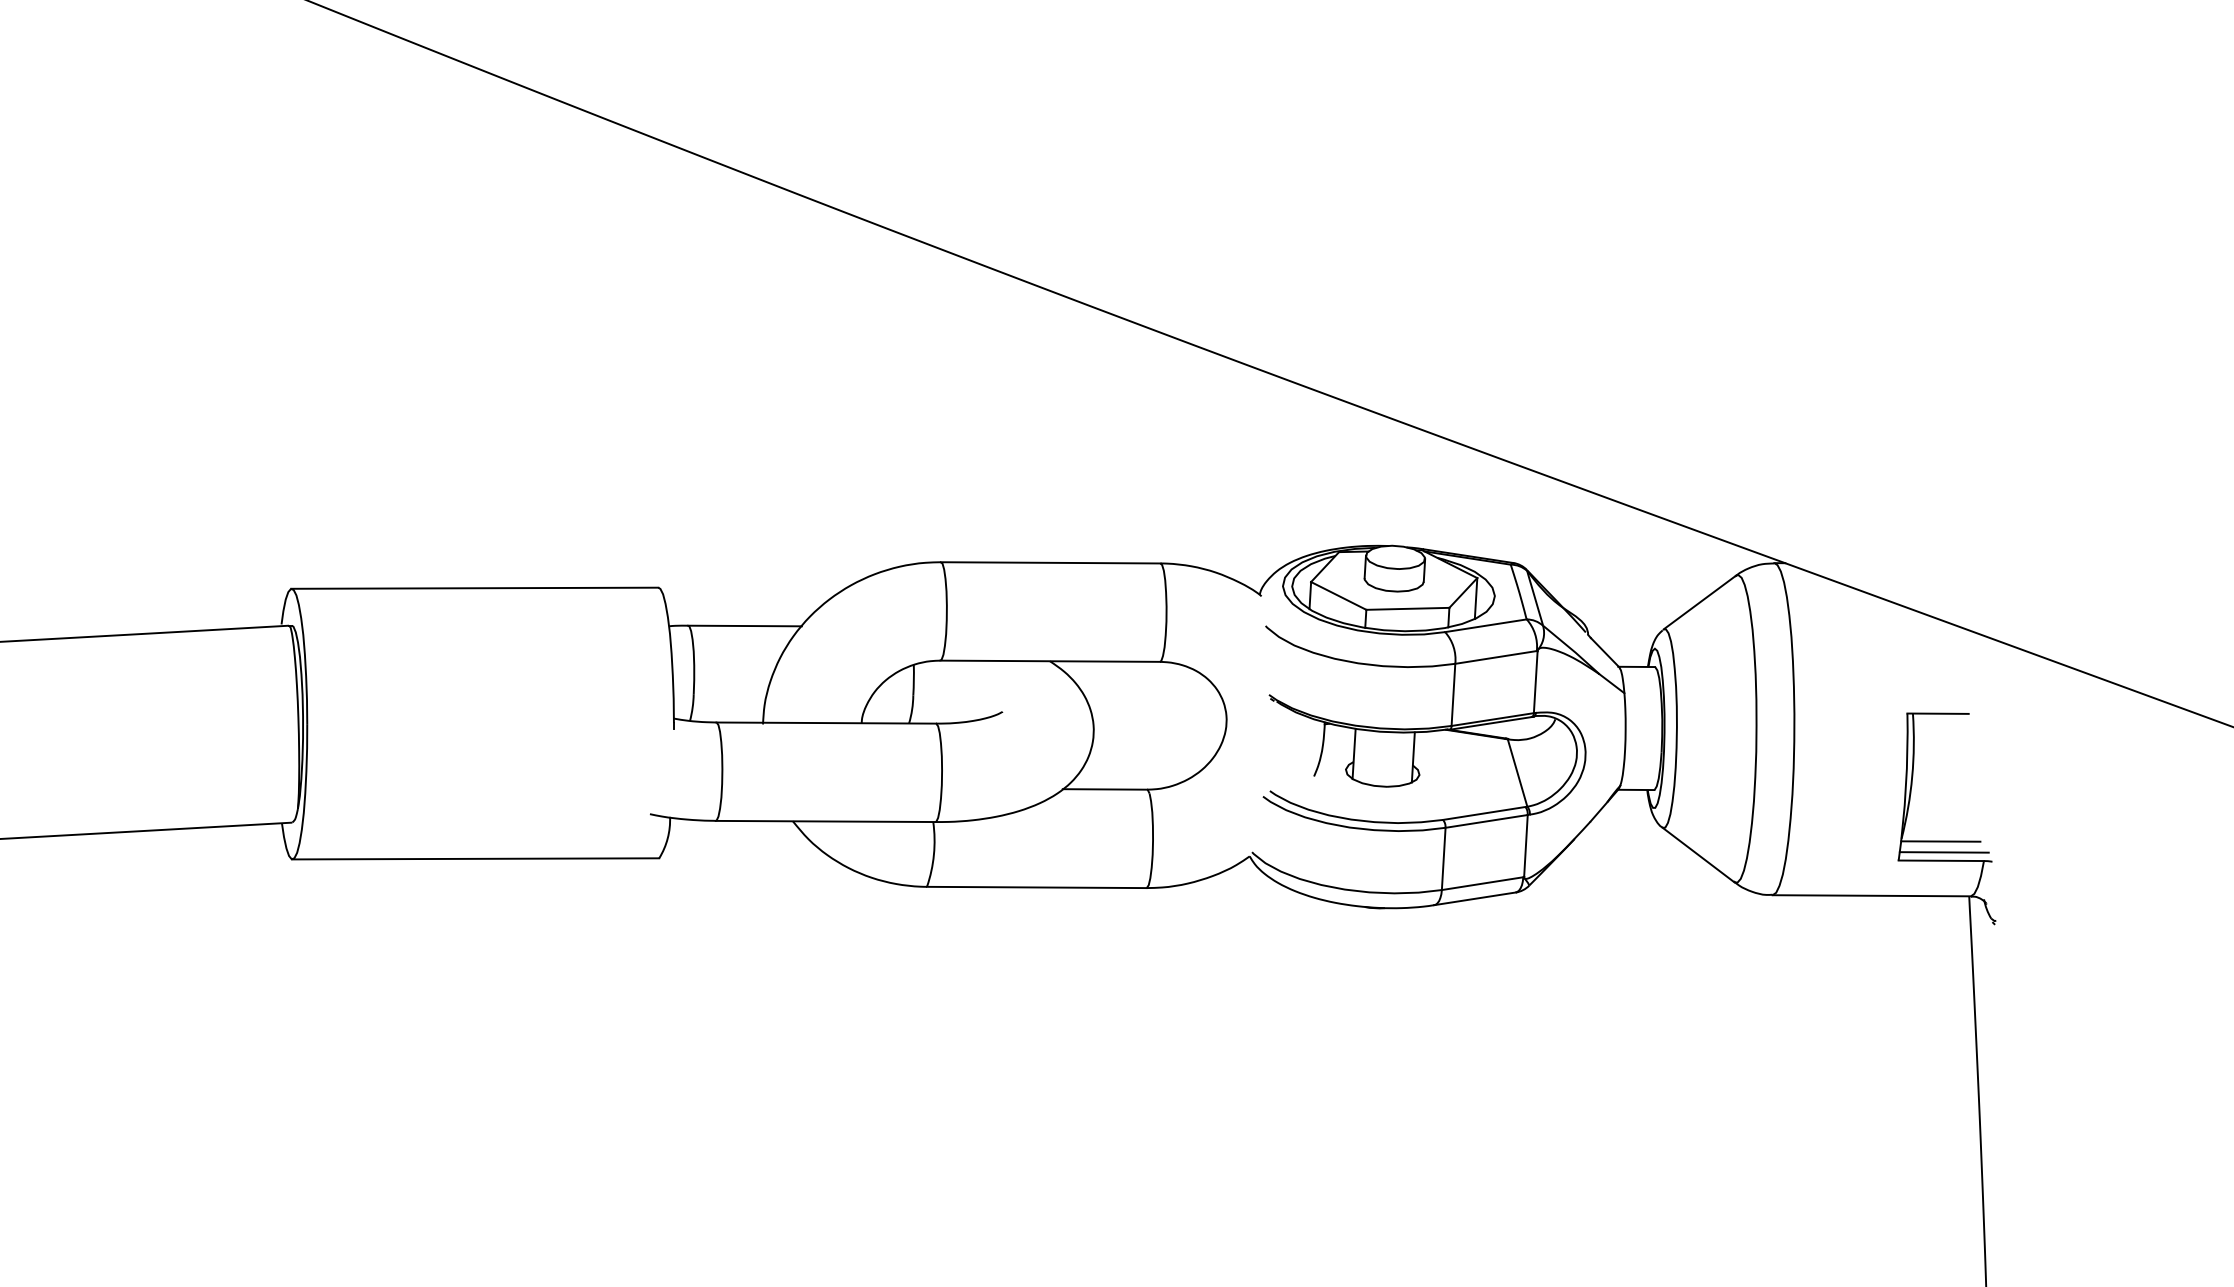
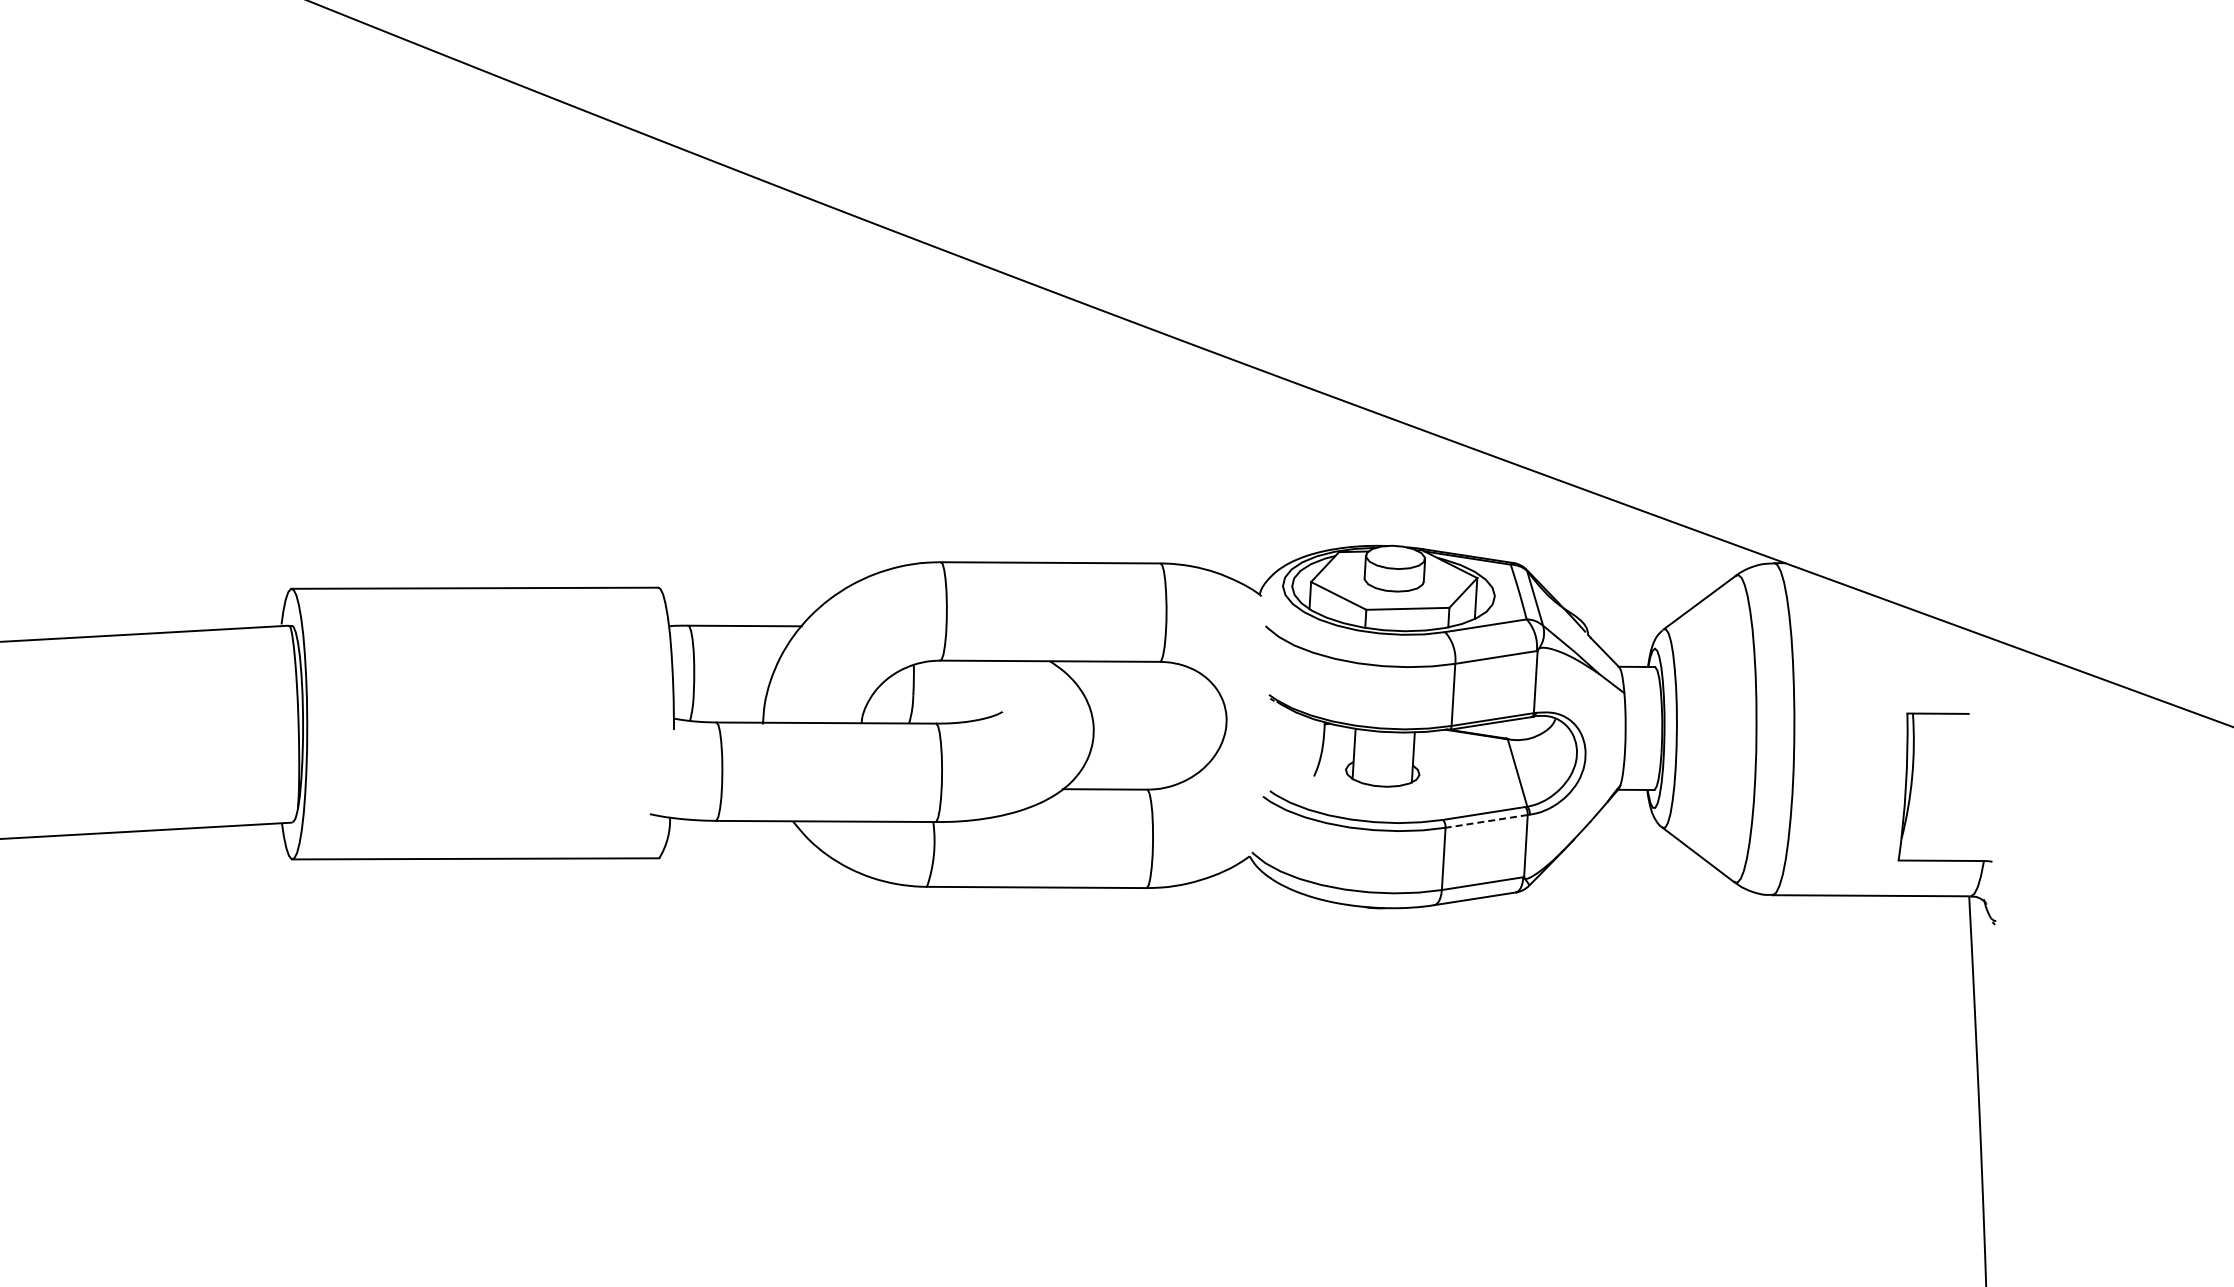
line at (1486, 821): solid -> dashed
line at (1940, 841): present -> none
line at (1943, 852): present -> none
